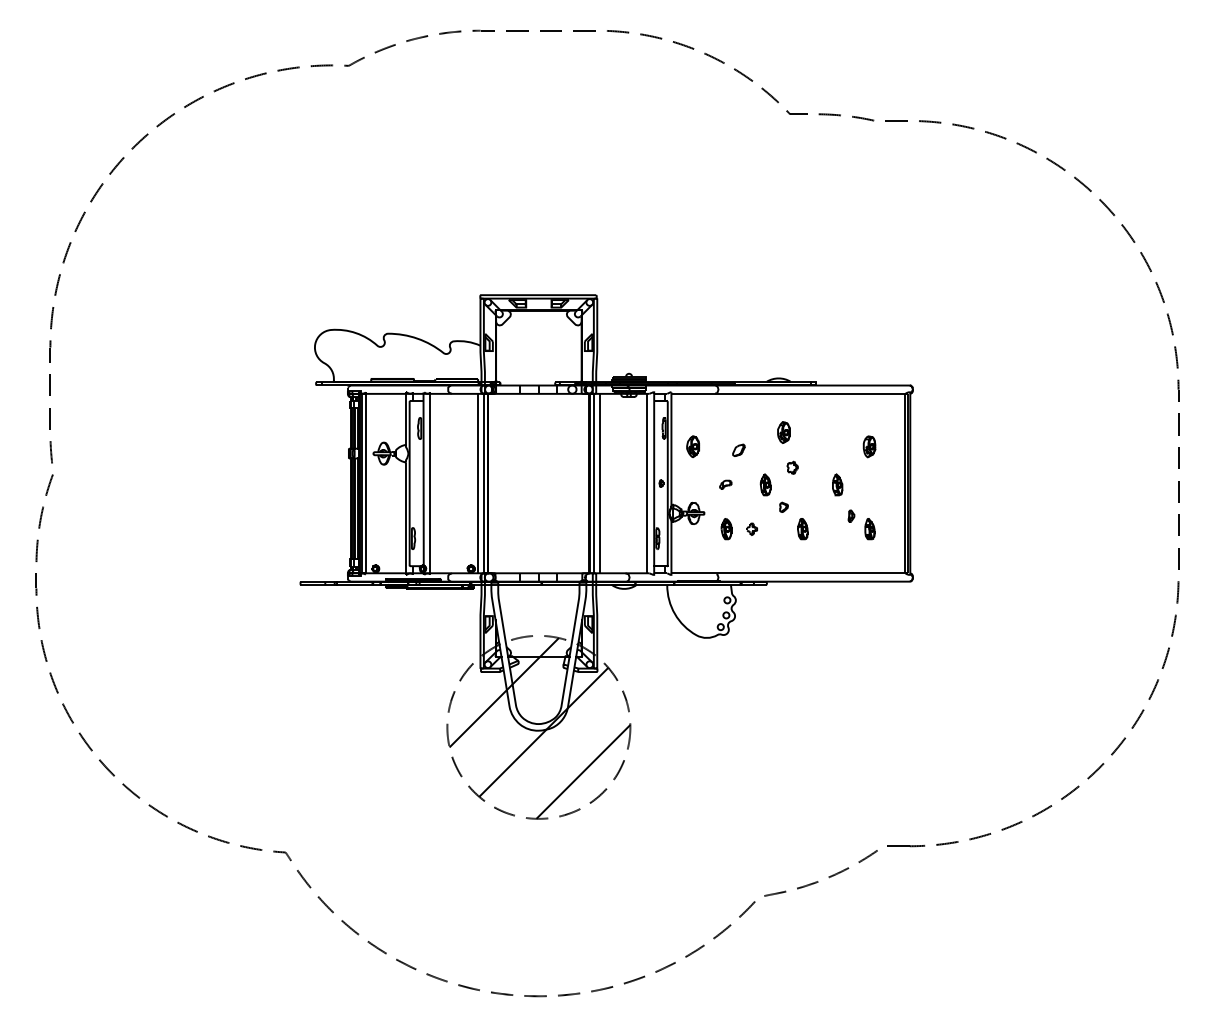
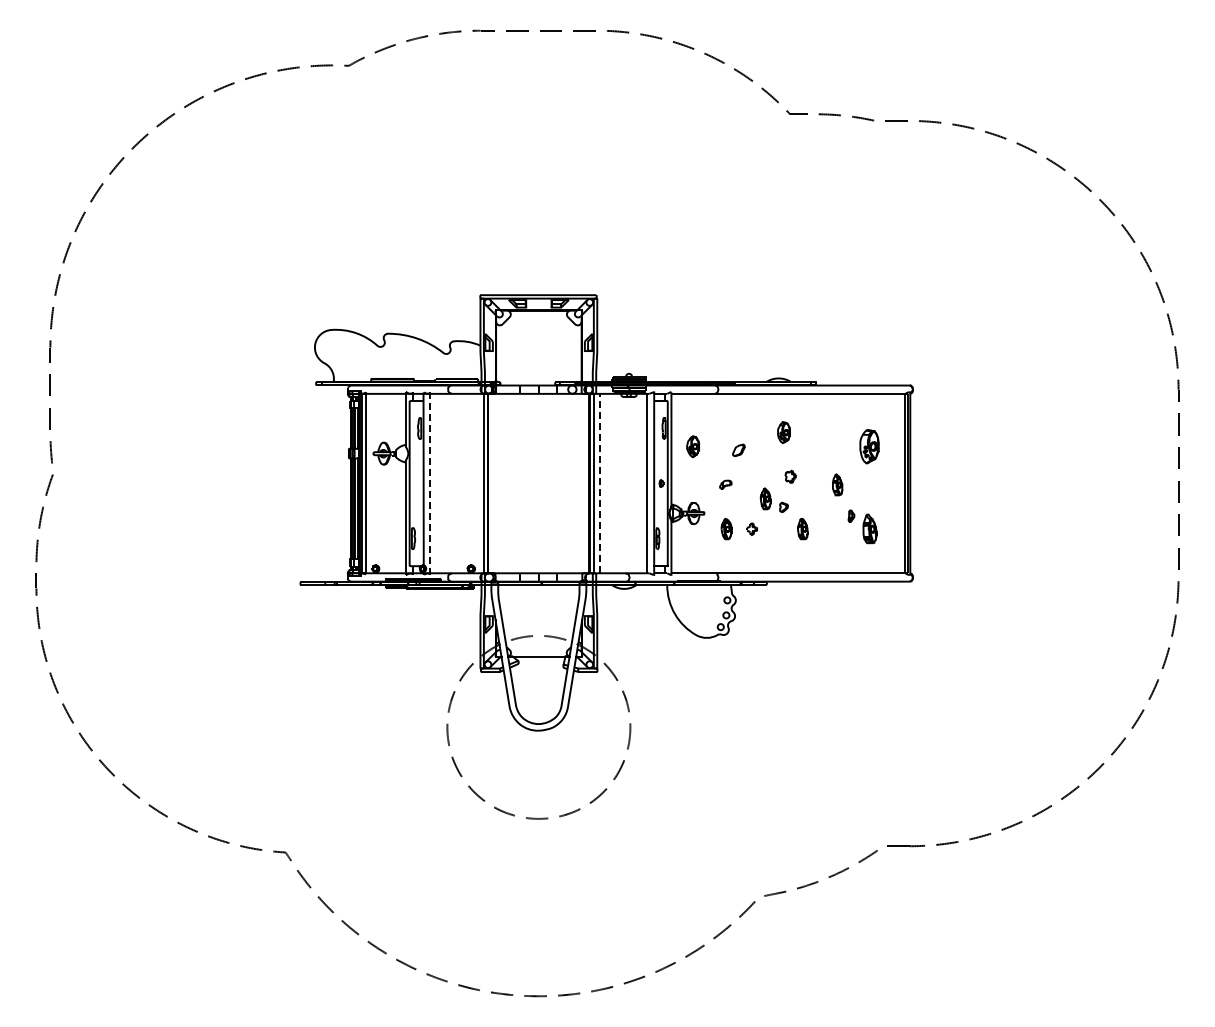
part at (869, 446) size: 15x24 px -> 21x36 px
part at (792, 467) position: (792, 467) -> (790, 476)
line at (477, 483): present -> none
line at (600, 483): solid -> dashed
line at (430, 484): solid -> dashed
part at (765, 484) position: (765, 484) -> (765, 498)
part at (869, 529) size: 12x23 px -> 16x32 px
hatch at (539, 728): present -> none
